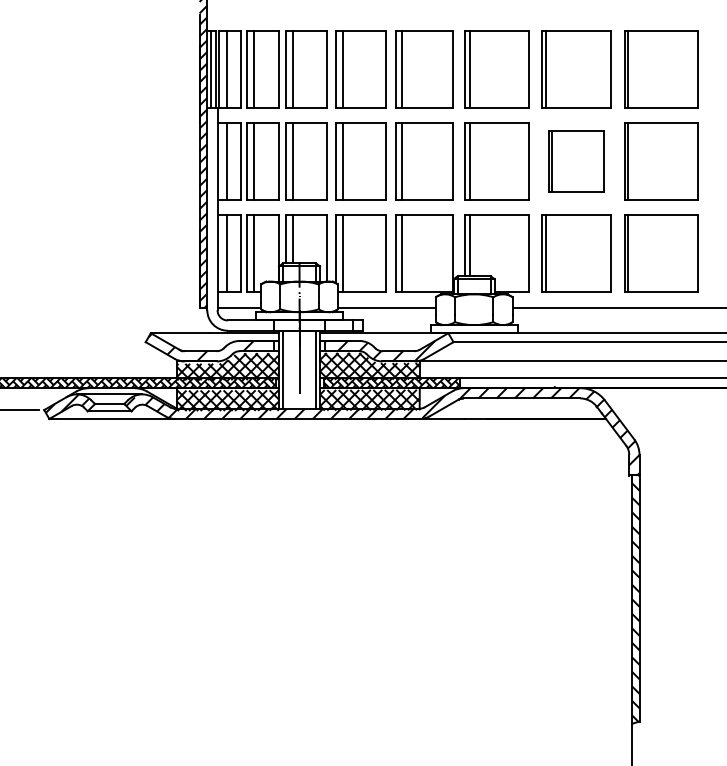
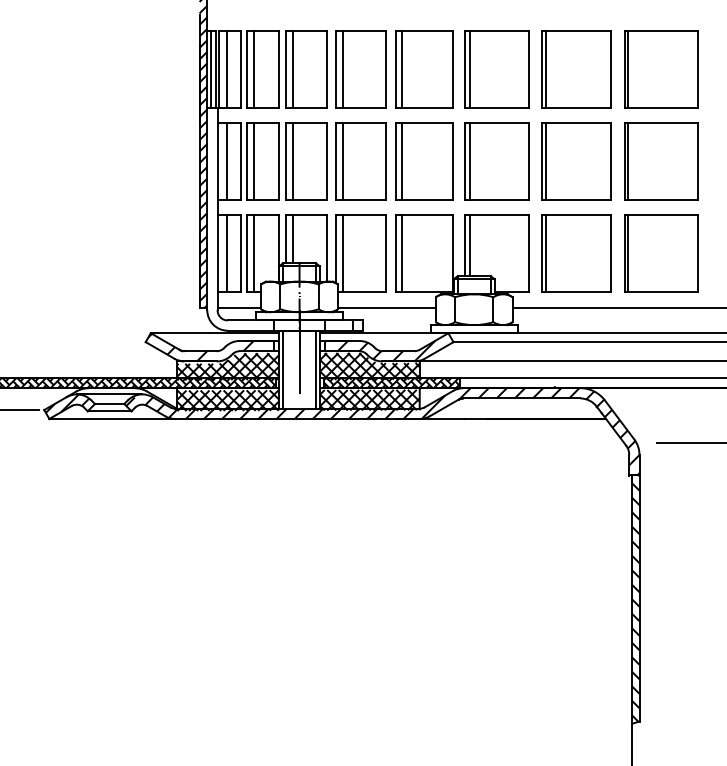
part at (576, 161) size: 57x63 px -> 71x79 px
line at (690, 443): none -> present
